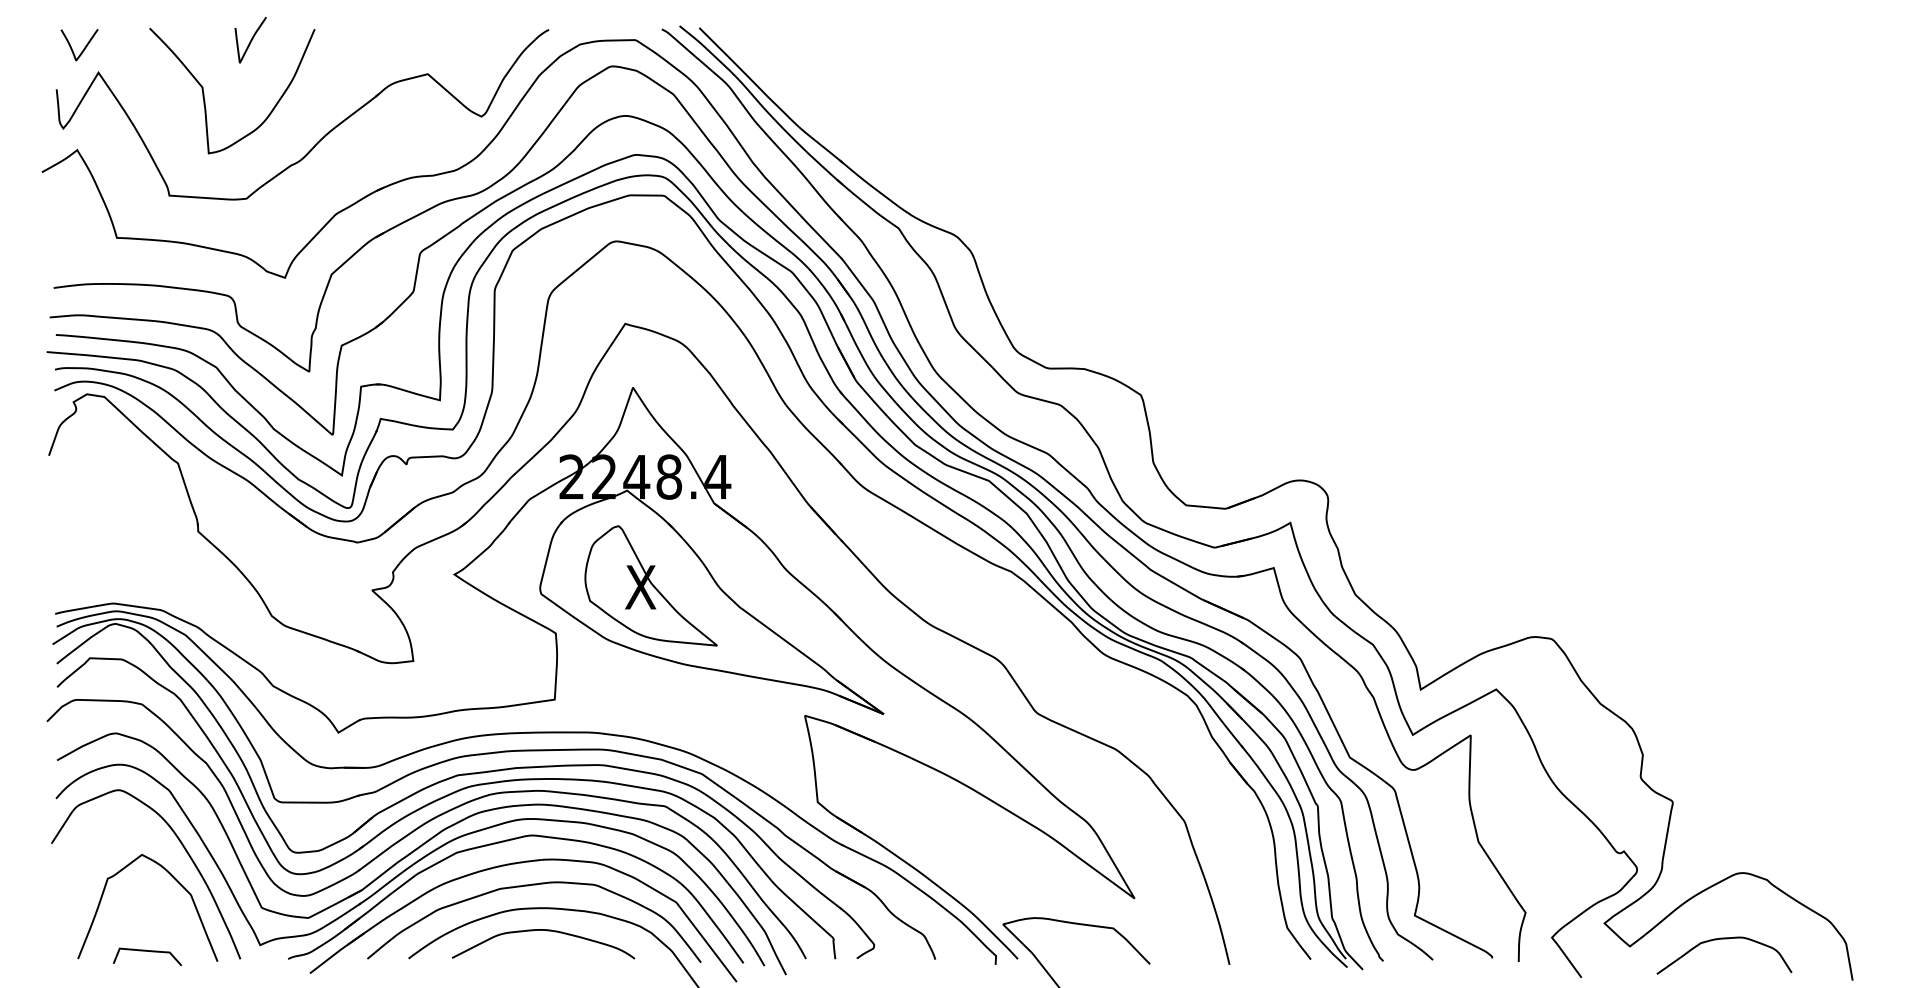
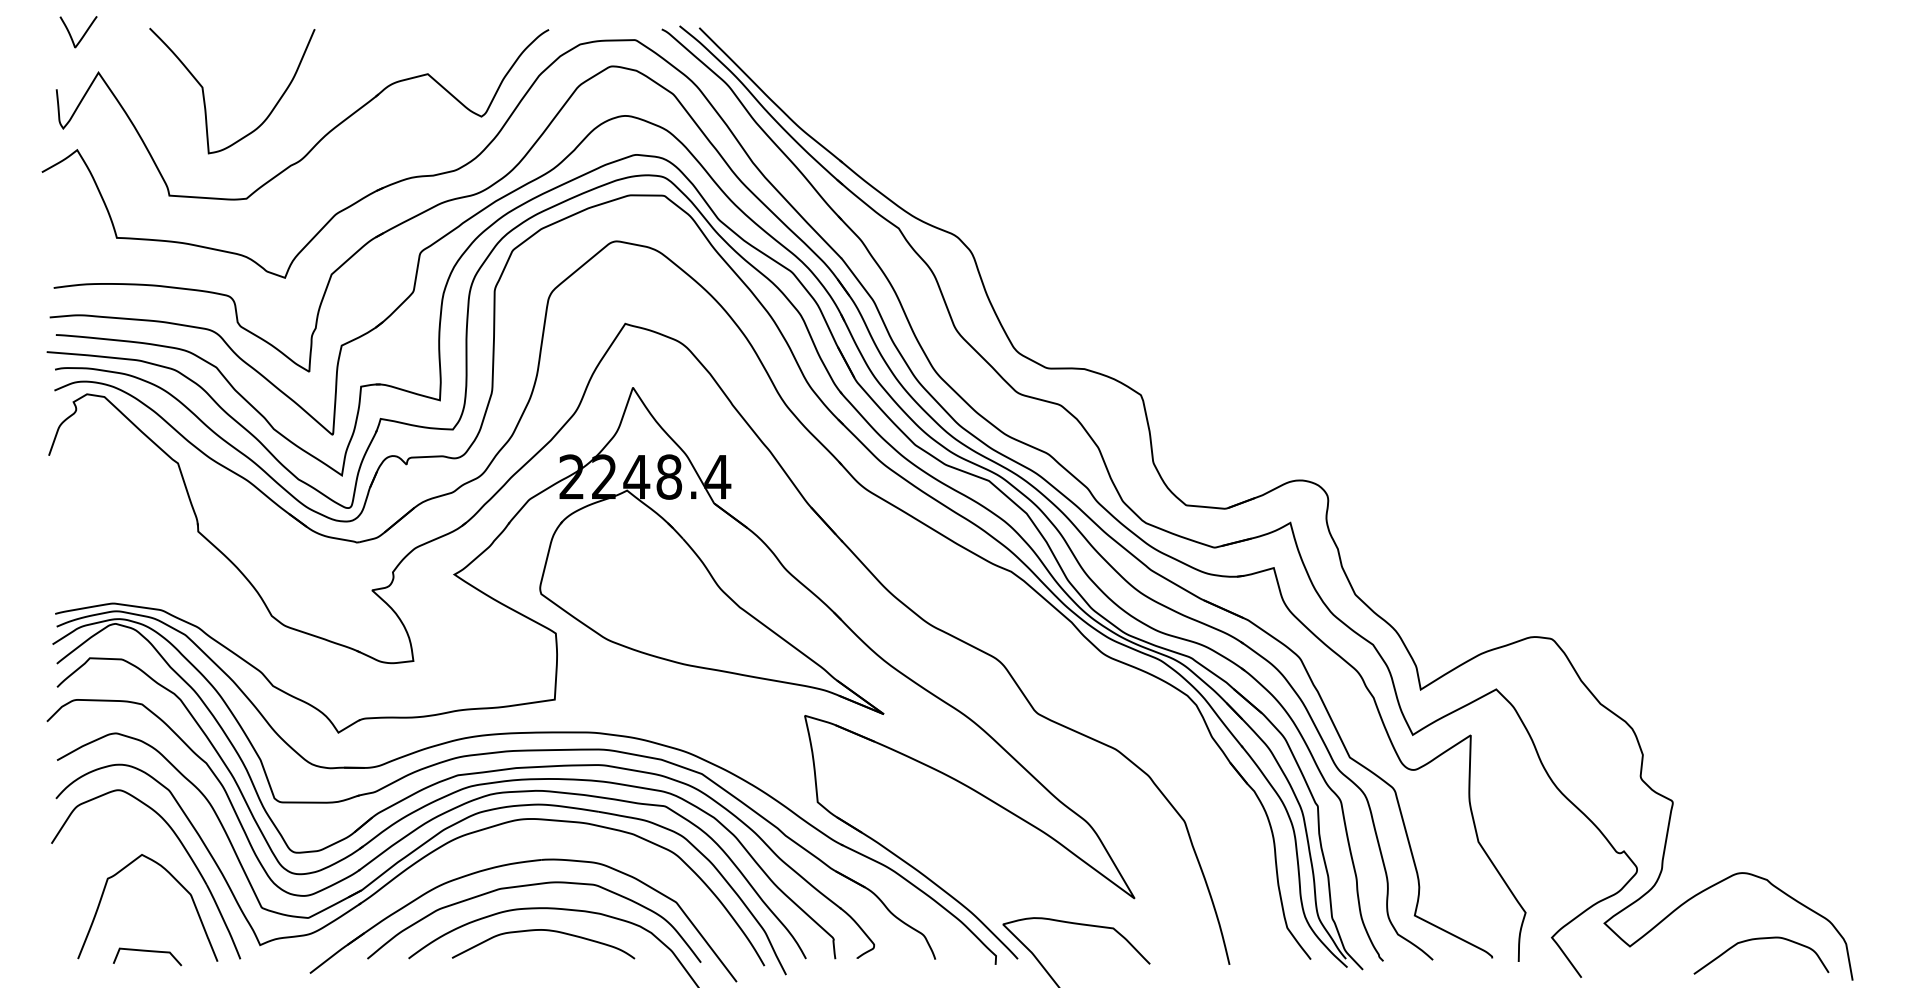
curve at (250, 39): present -> none
curve at (83, 48) position: (83, 48) -> (82, 35)
part at (650, 585): present -> none
part at (504, 842): present -> none
curve at (1724, 939) position: (1724, 939) -> (1761, 939)
